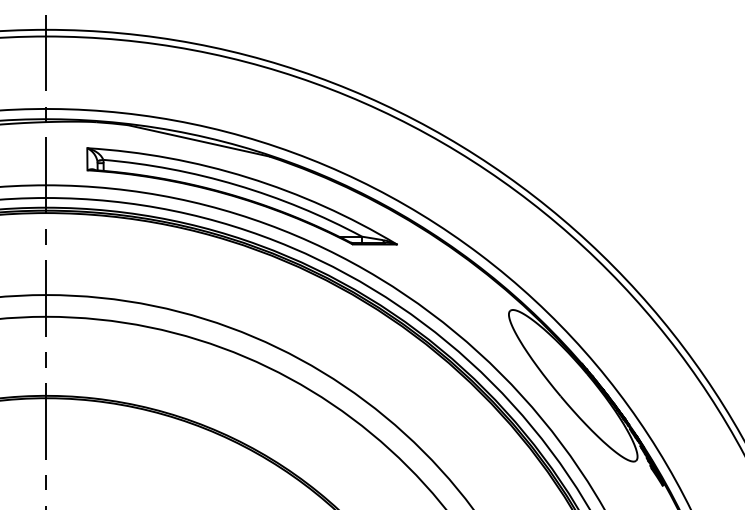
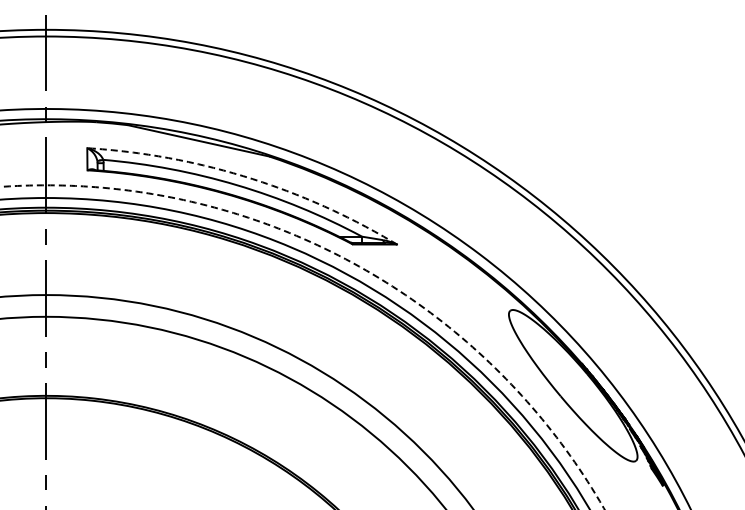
arc at (248, 177): solid -> dashed
arc at (350, 261): solid -> dashed
